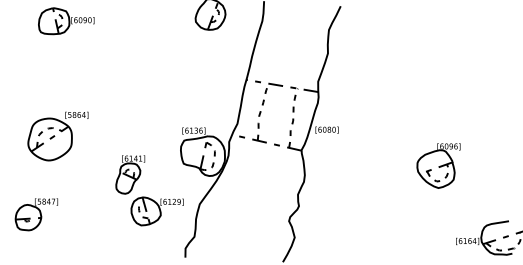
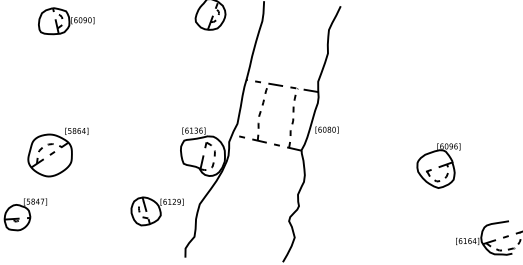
part at (57, 136) position: (57, 136) -> (57, 152)
part at (130, 174): present -> none
part at (36, 214) position: (36, 214) -> (25, 214)
